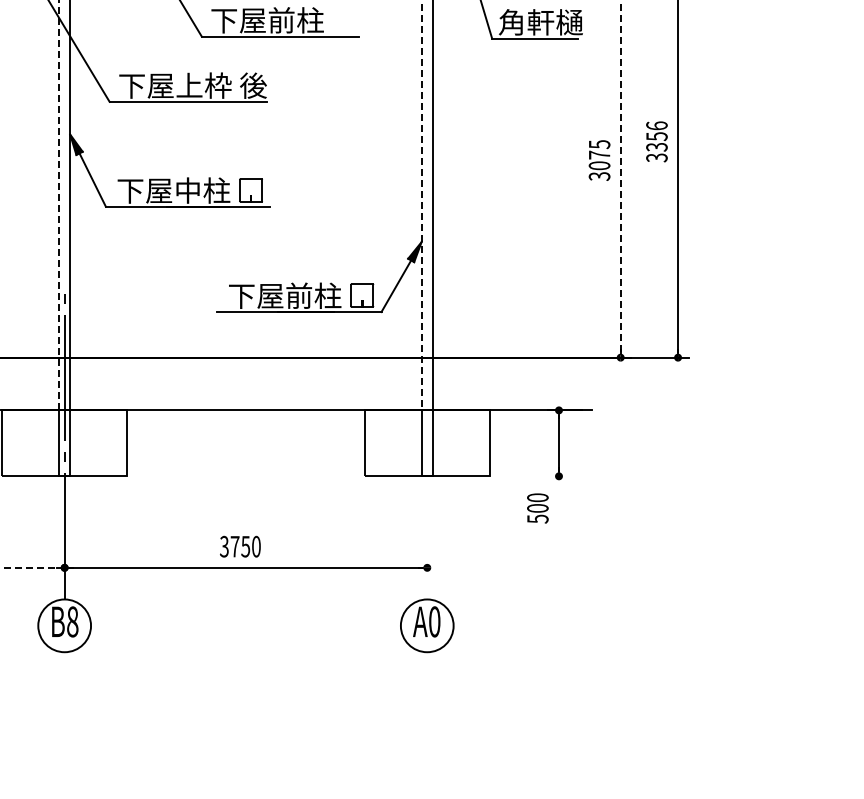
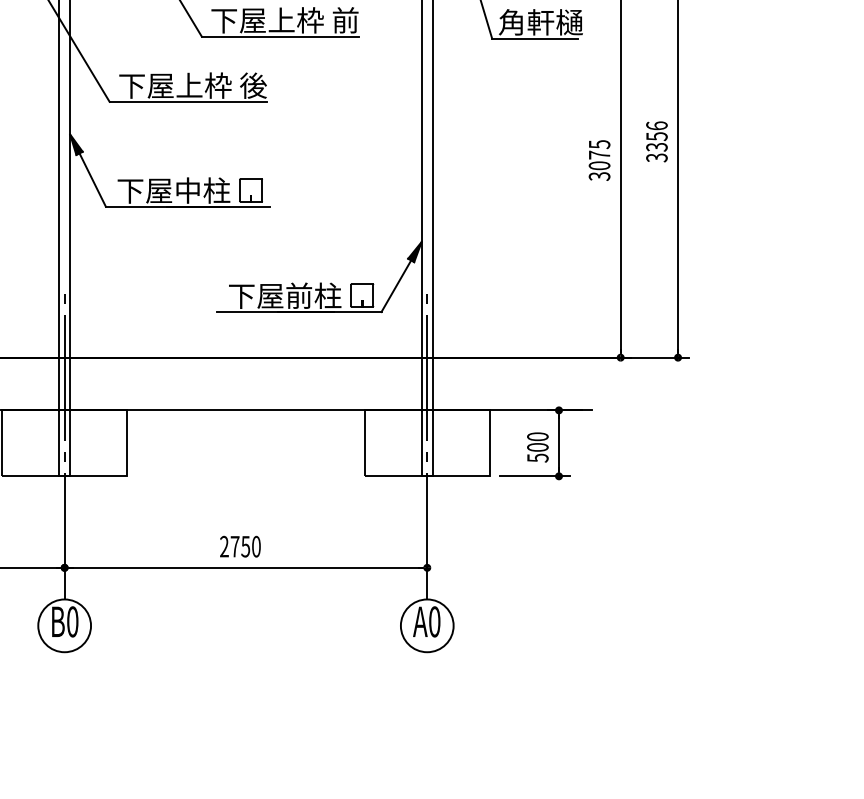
text at (313, 20): 前柱 -> 上枠 前
line at (620, 176): dashed -> solid
line at (59, 206): dashed -> solid
line at (421, 206): dashed -> solid
line at (427, 444): none -> present
line at (534, 476): none -> present
text at (537, 508) position: (537, 508) -> (537, 447)
text at (224, 546): 3750 -> 2750
line at (30, 567): dashed -> solid
text at (72, 621): B8 -> B0
